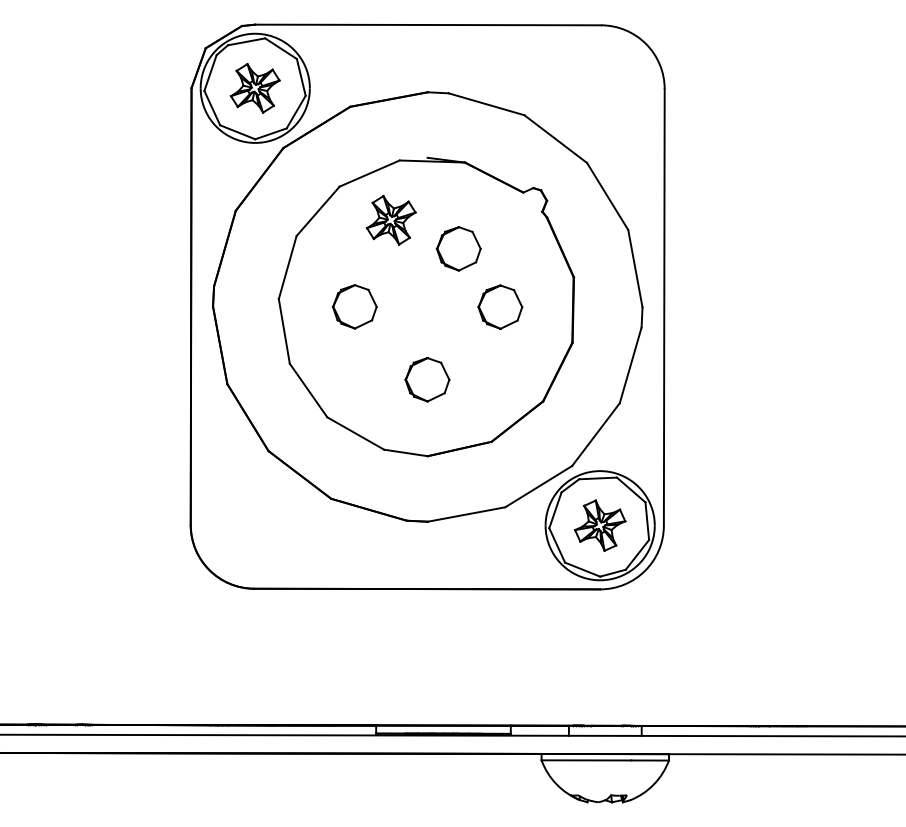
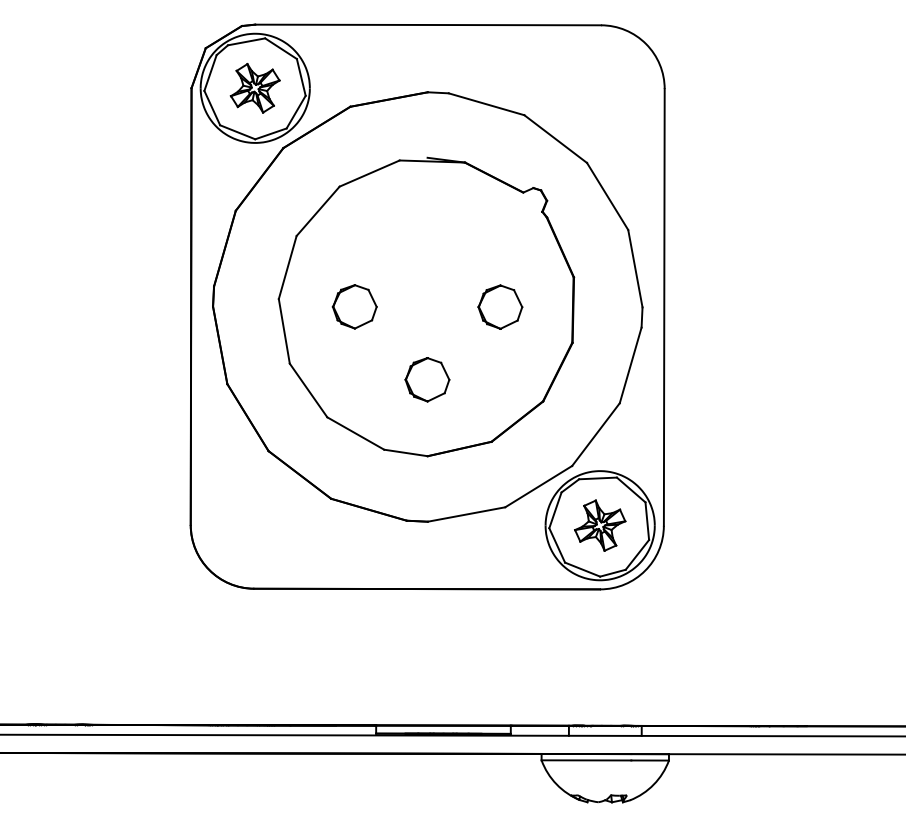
part at (390, 220): present -> none
part at (458, 248): present -> none
